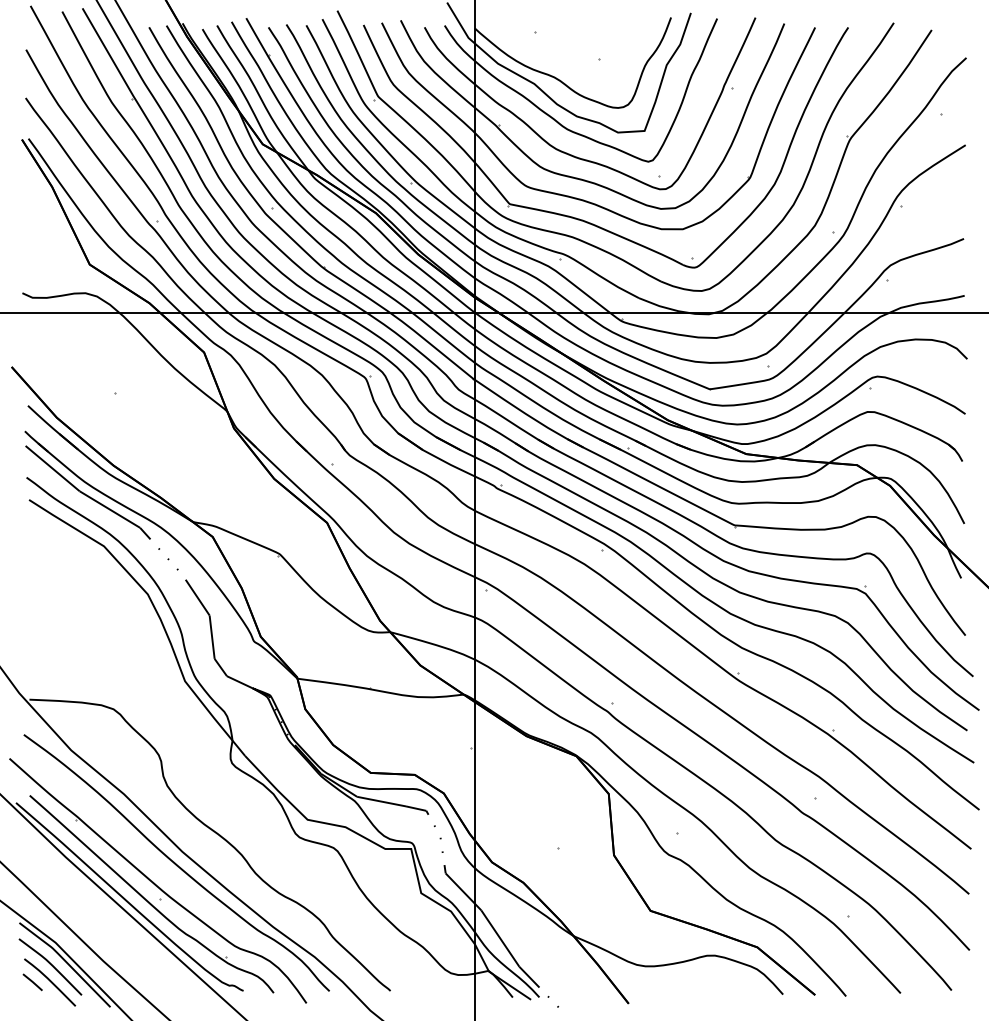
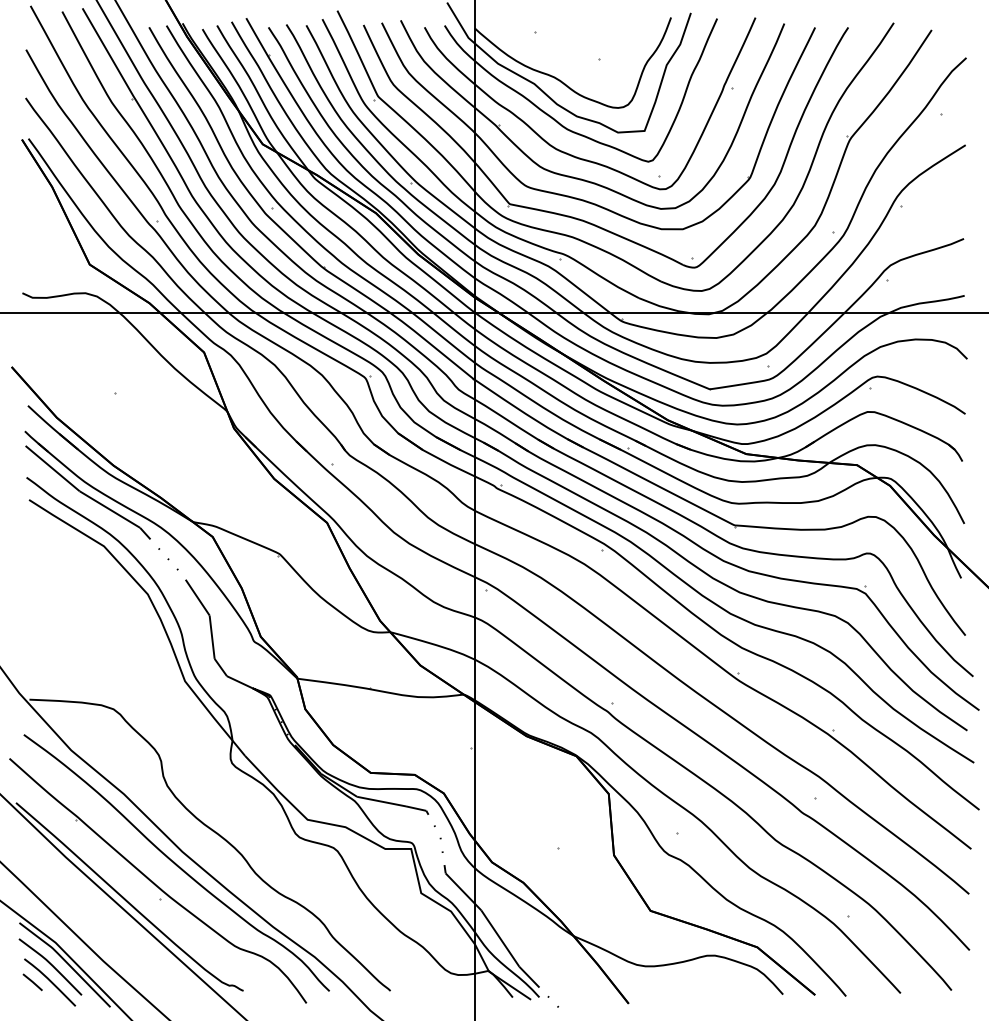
part at (148, 900): present -> none
